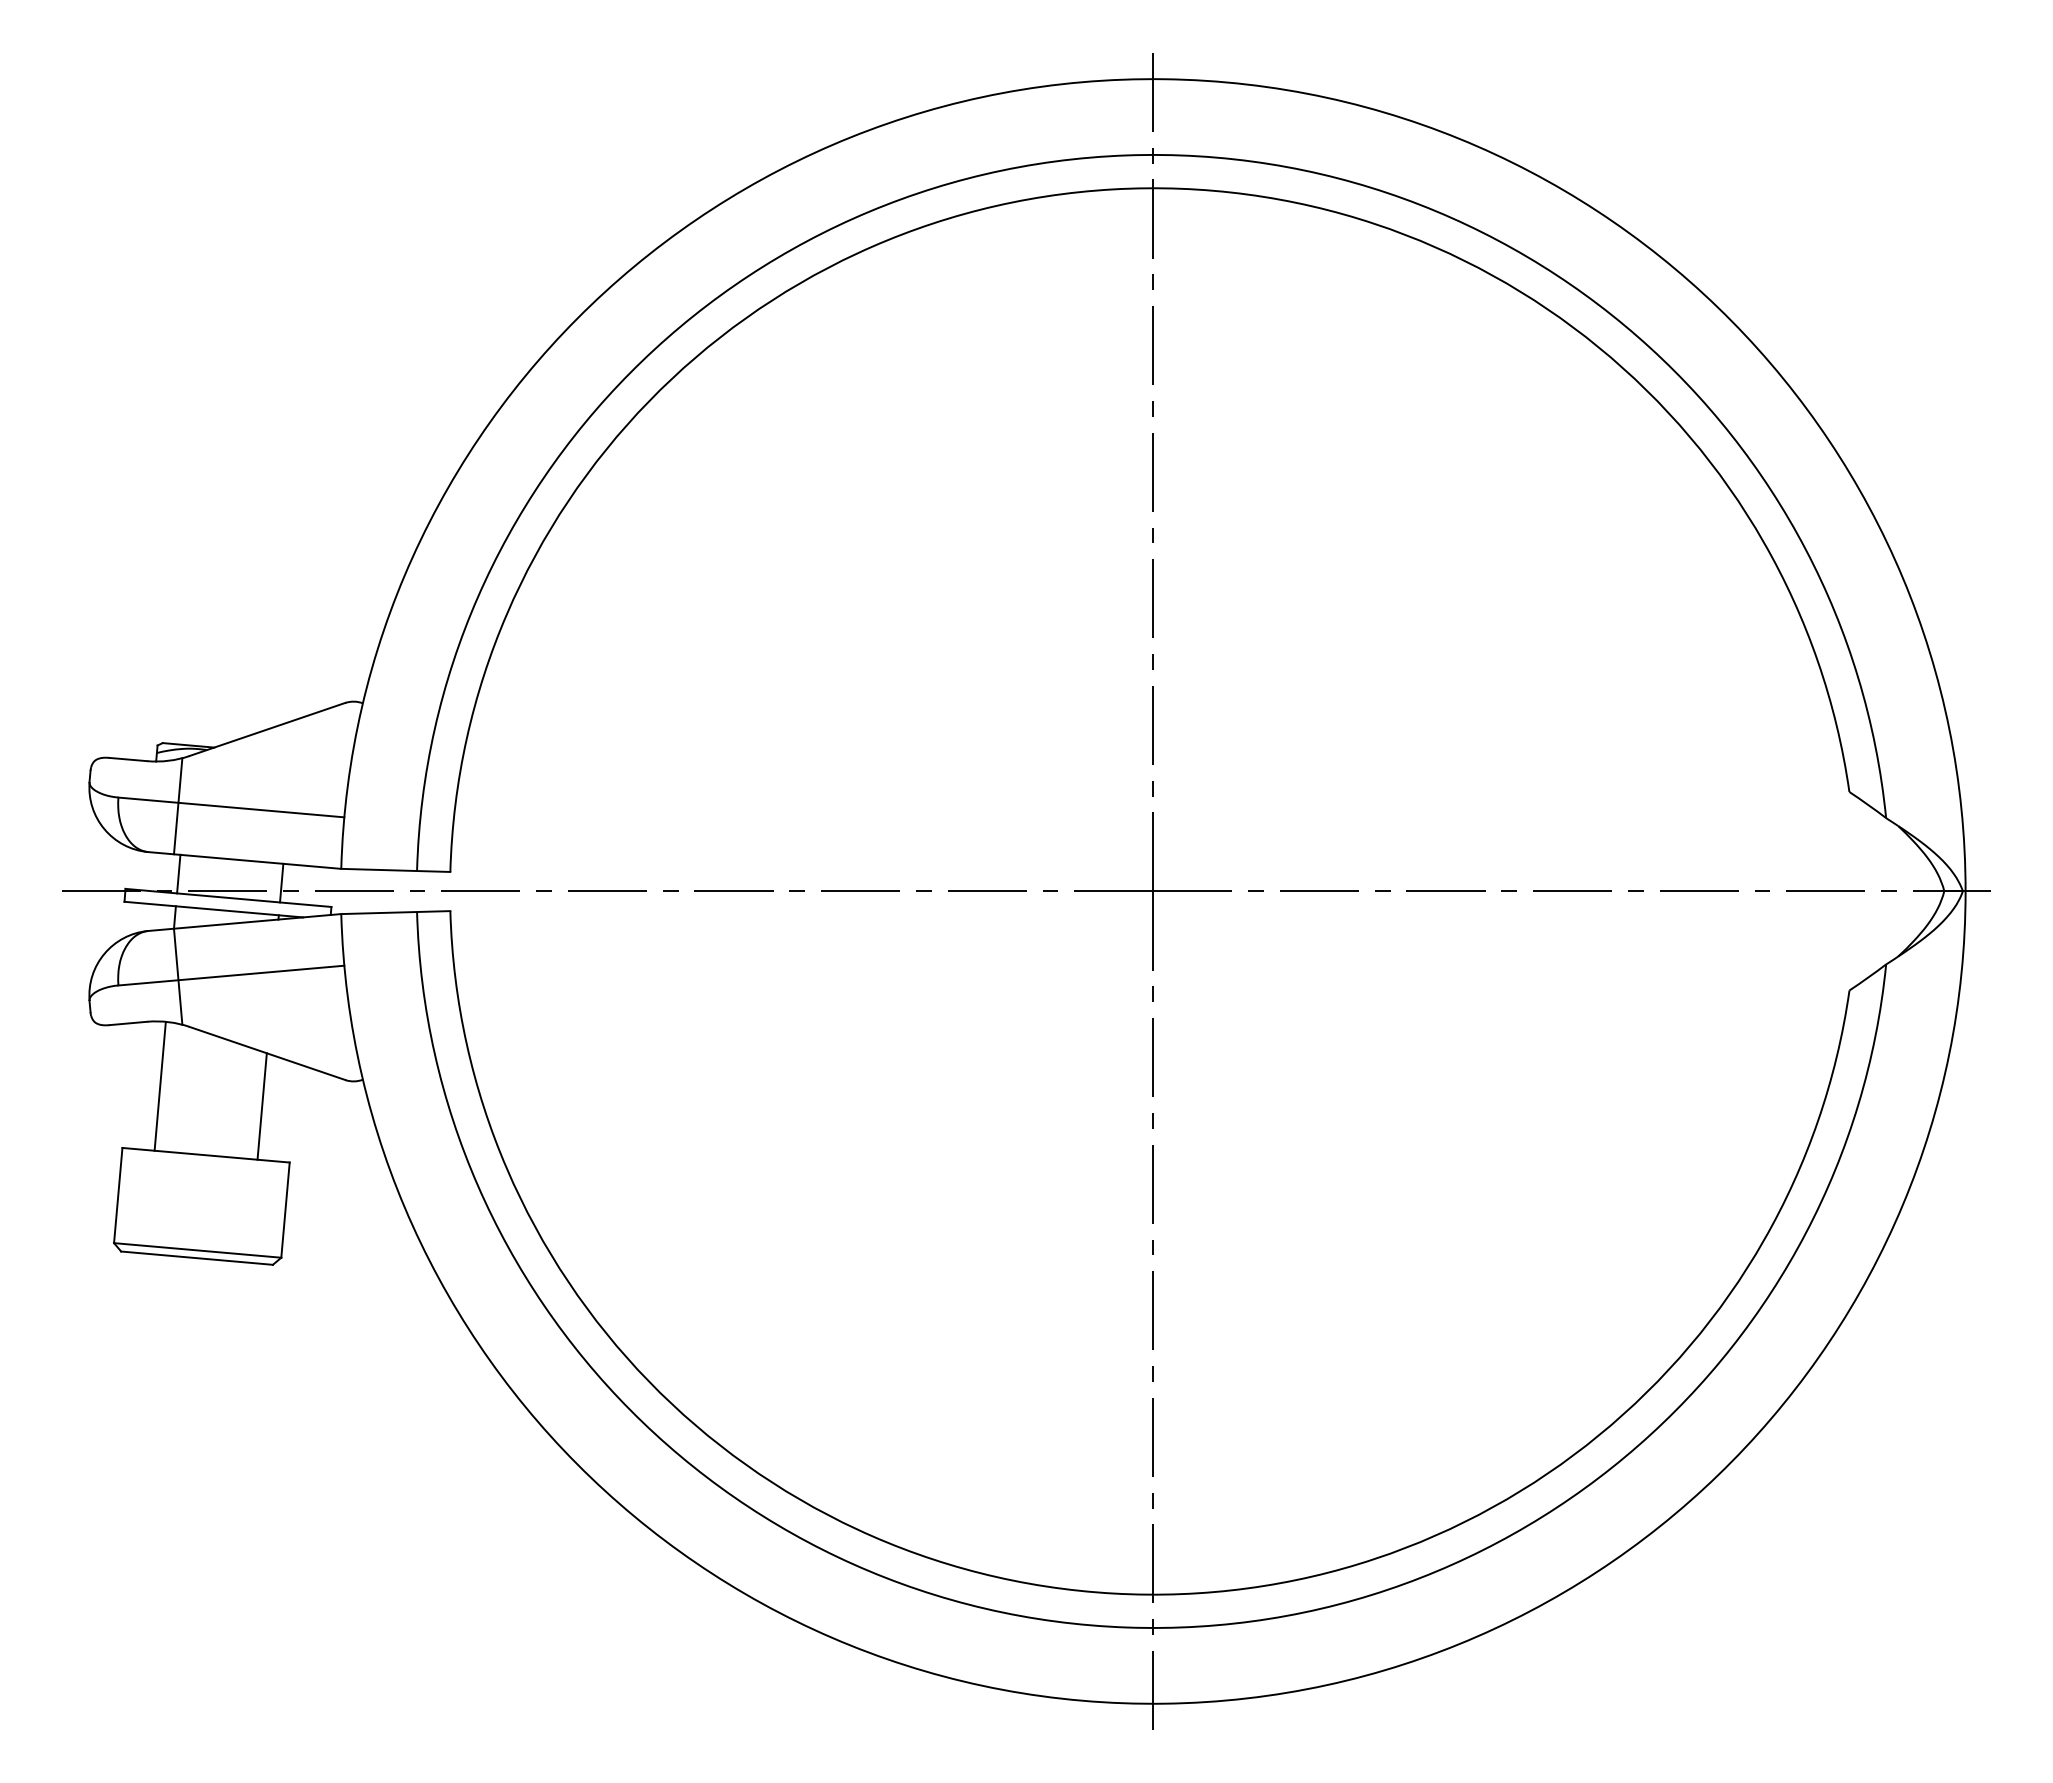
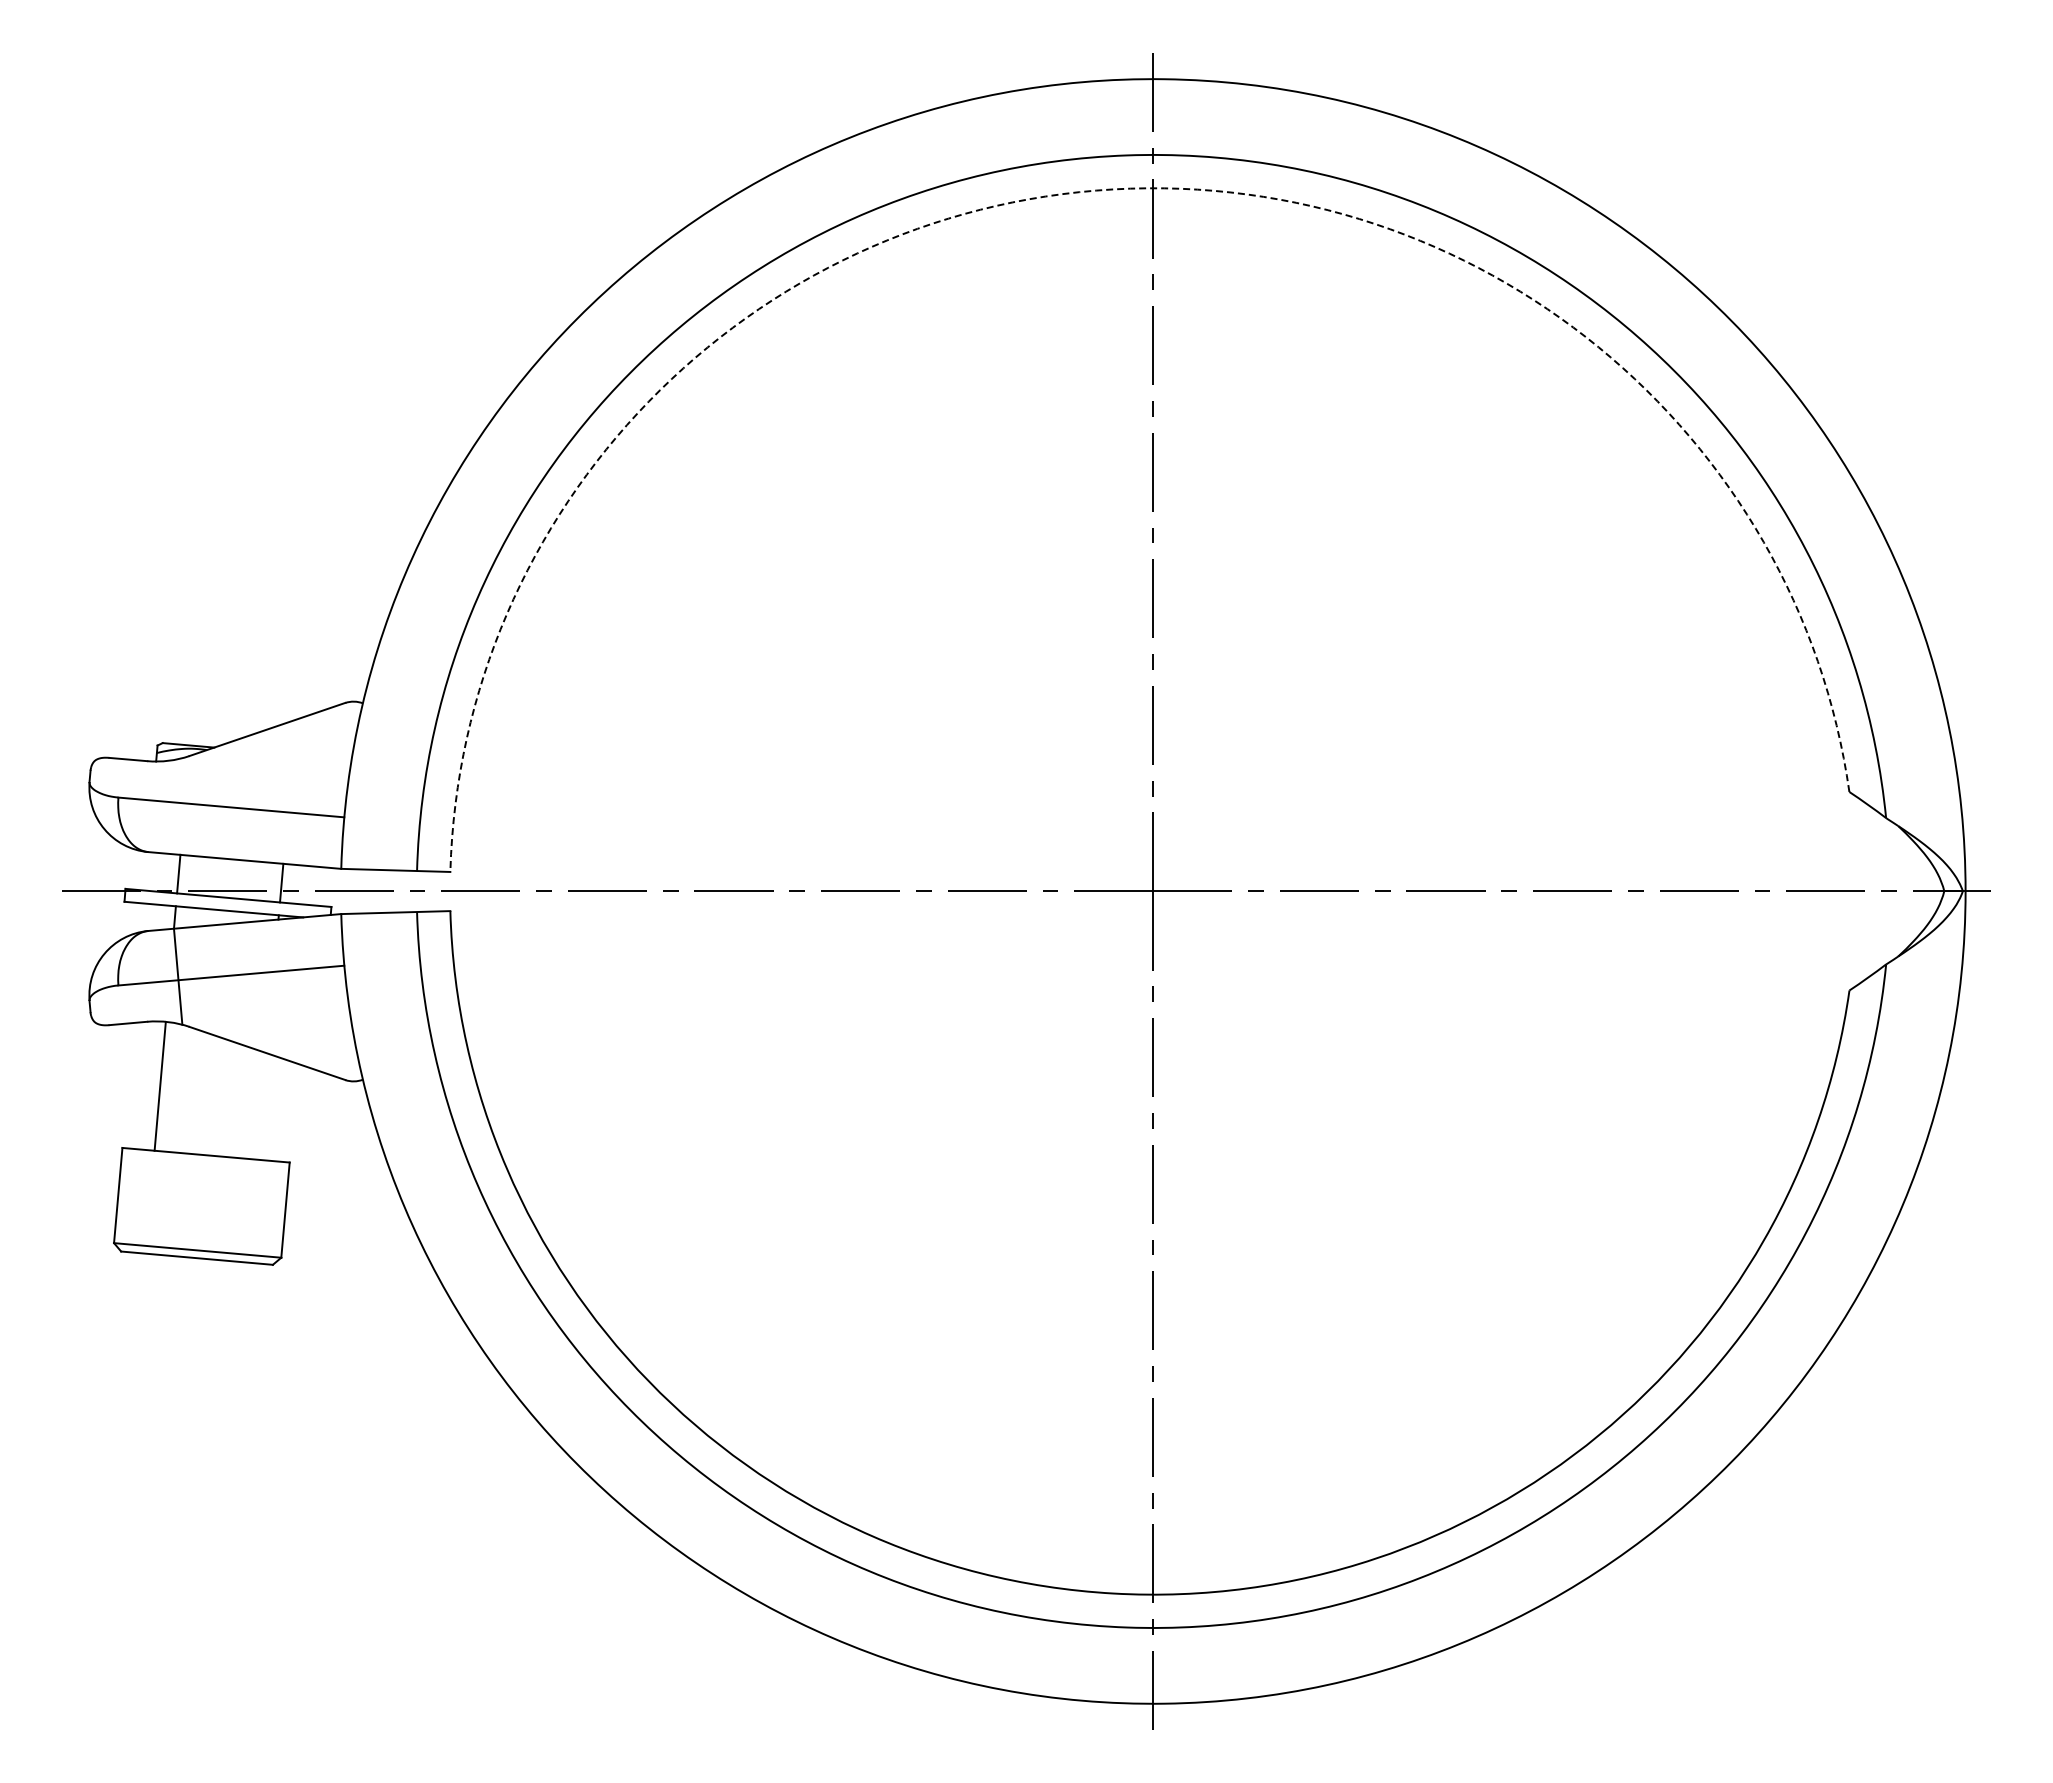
arc at (1113, 189): solid -> dashed
line at (177, 806): present -> none
line at (261, 1106): present -> none
